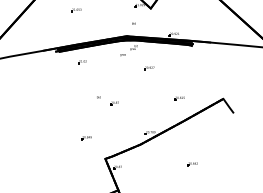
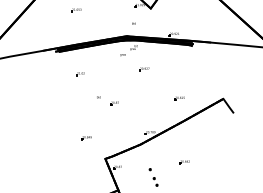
part at (82, 62) position: (82, 62) -> (80, 74)
part at (149, 68) position: (149, 68) -> (144, 69)
part at (192, 164) position: (192, 164) -> (184, 162)
part at (153, 177): none -> present
